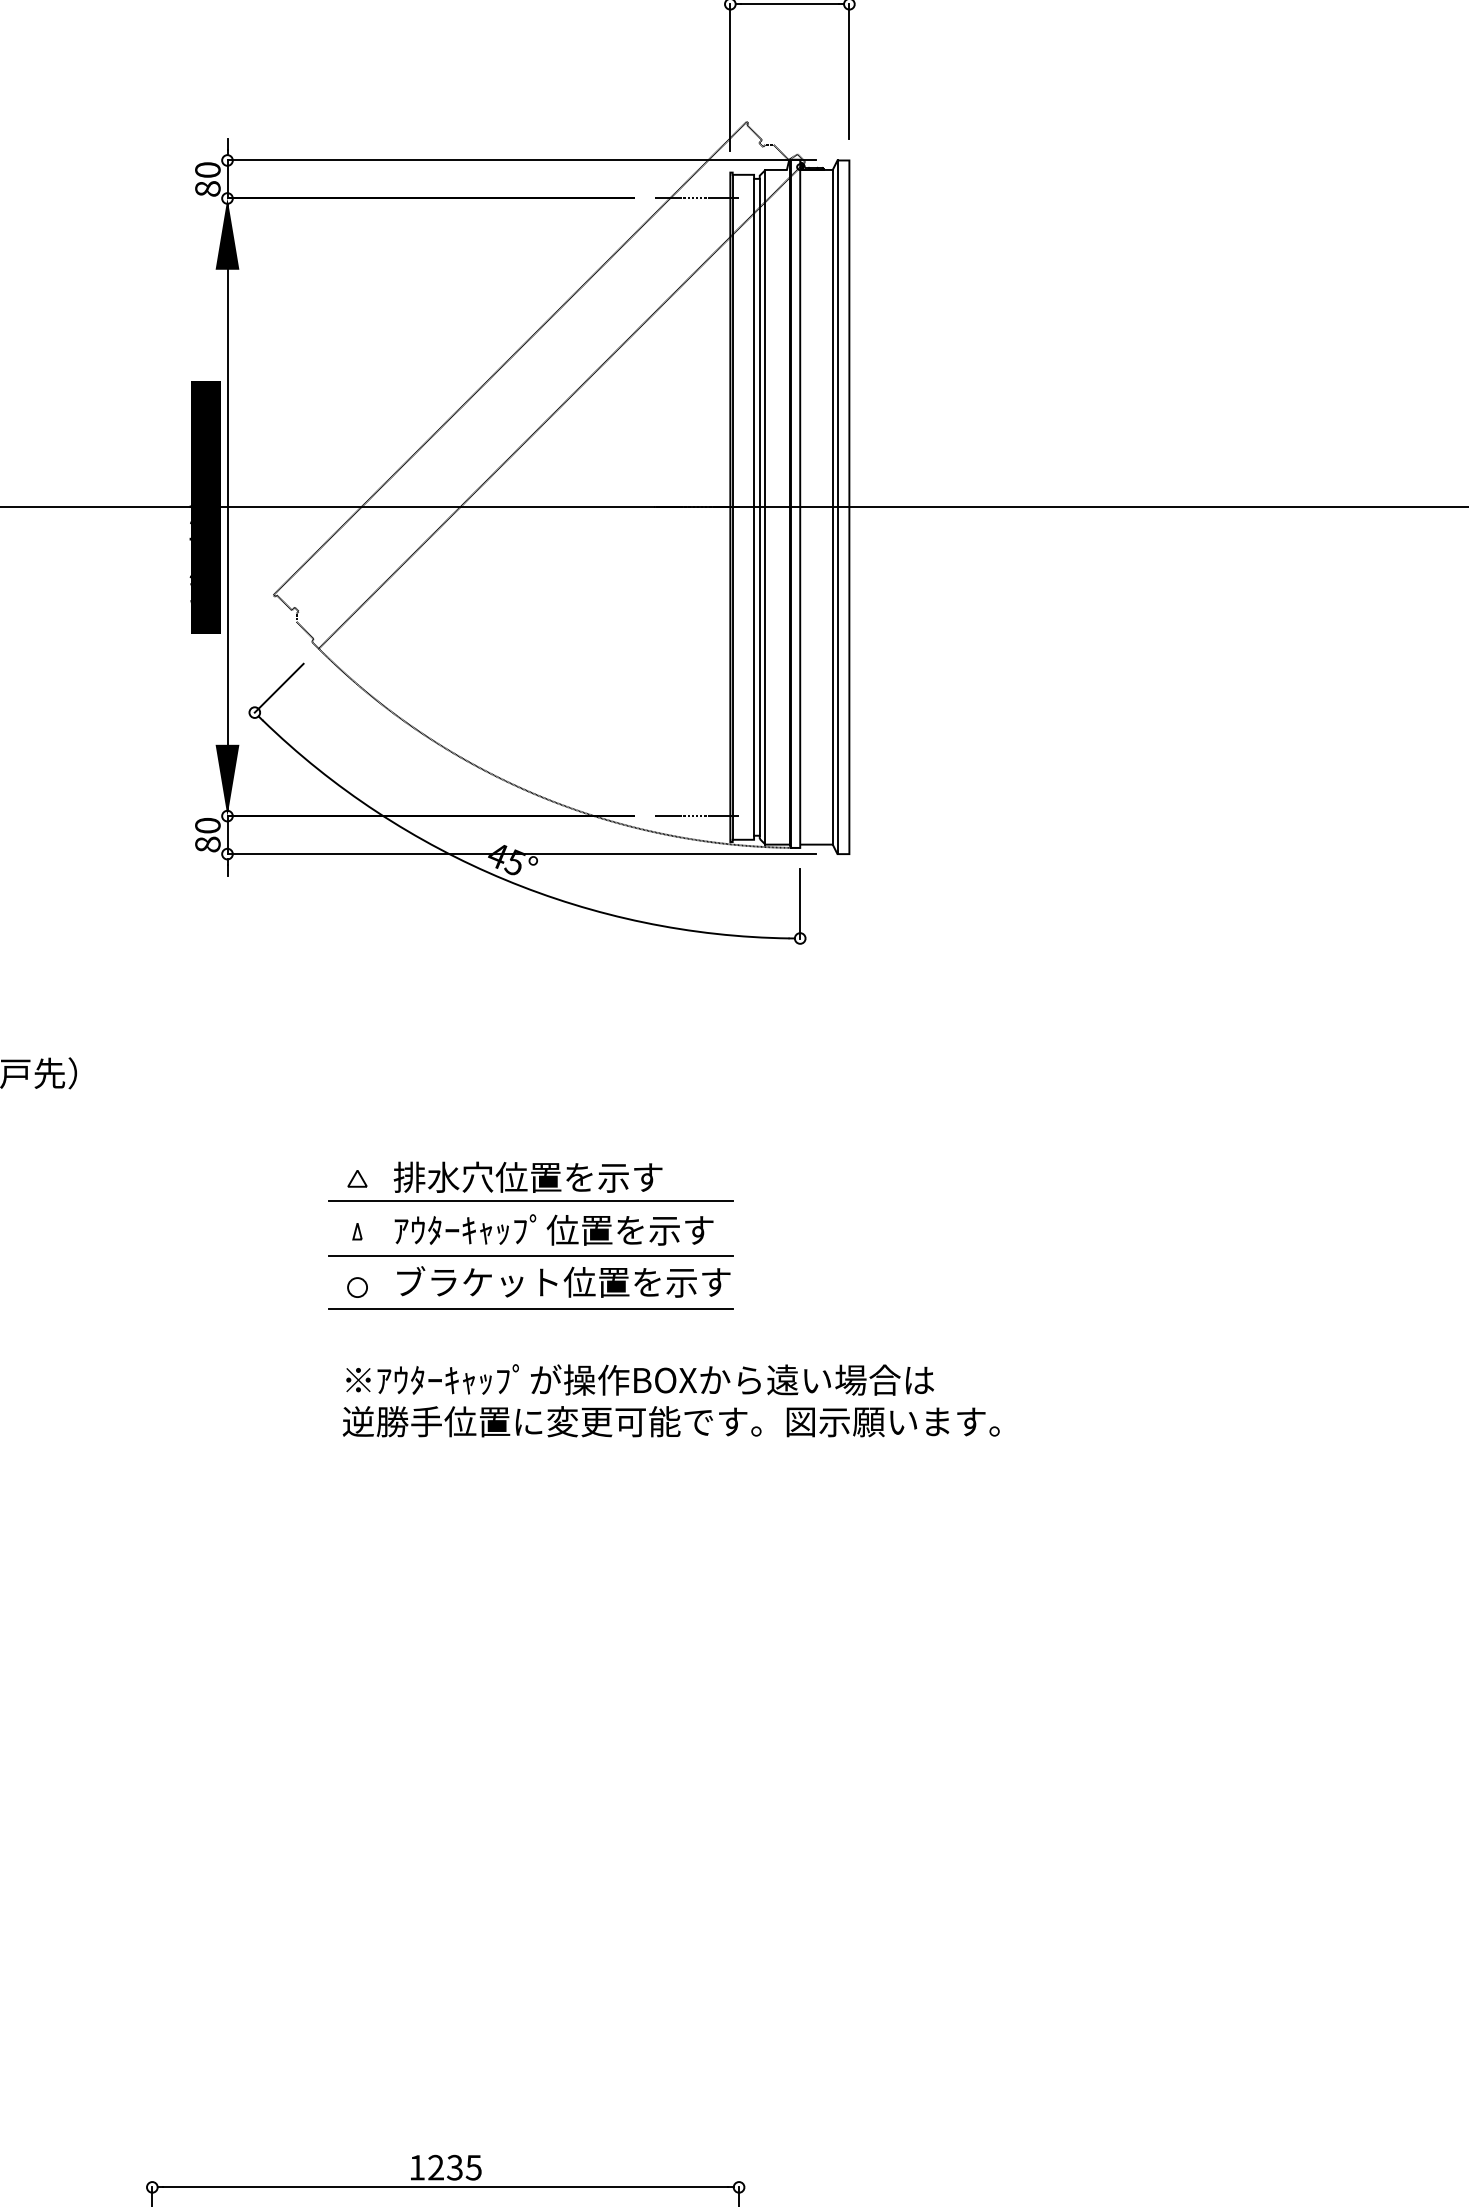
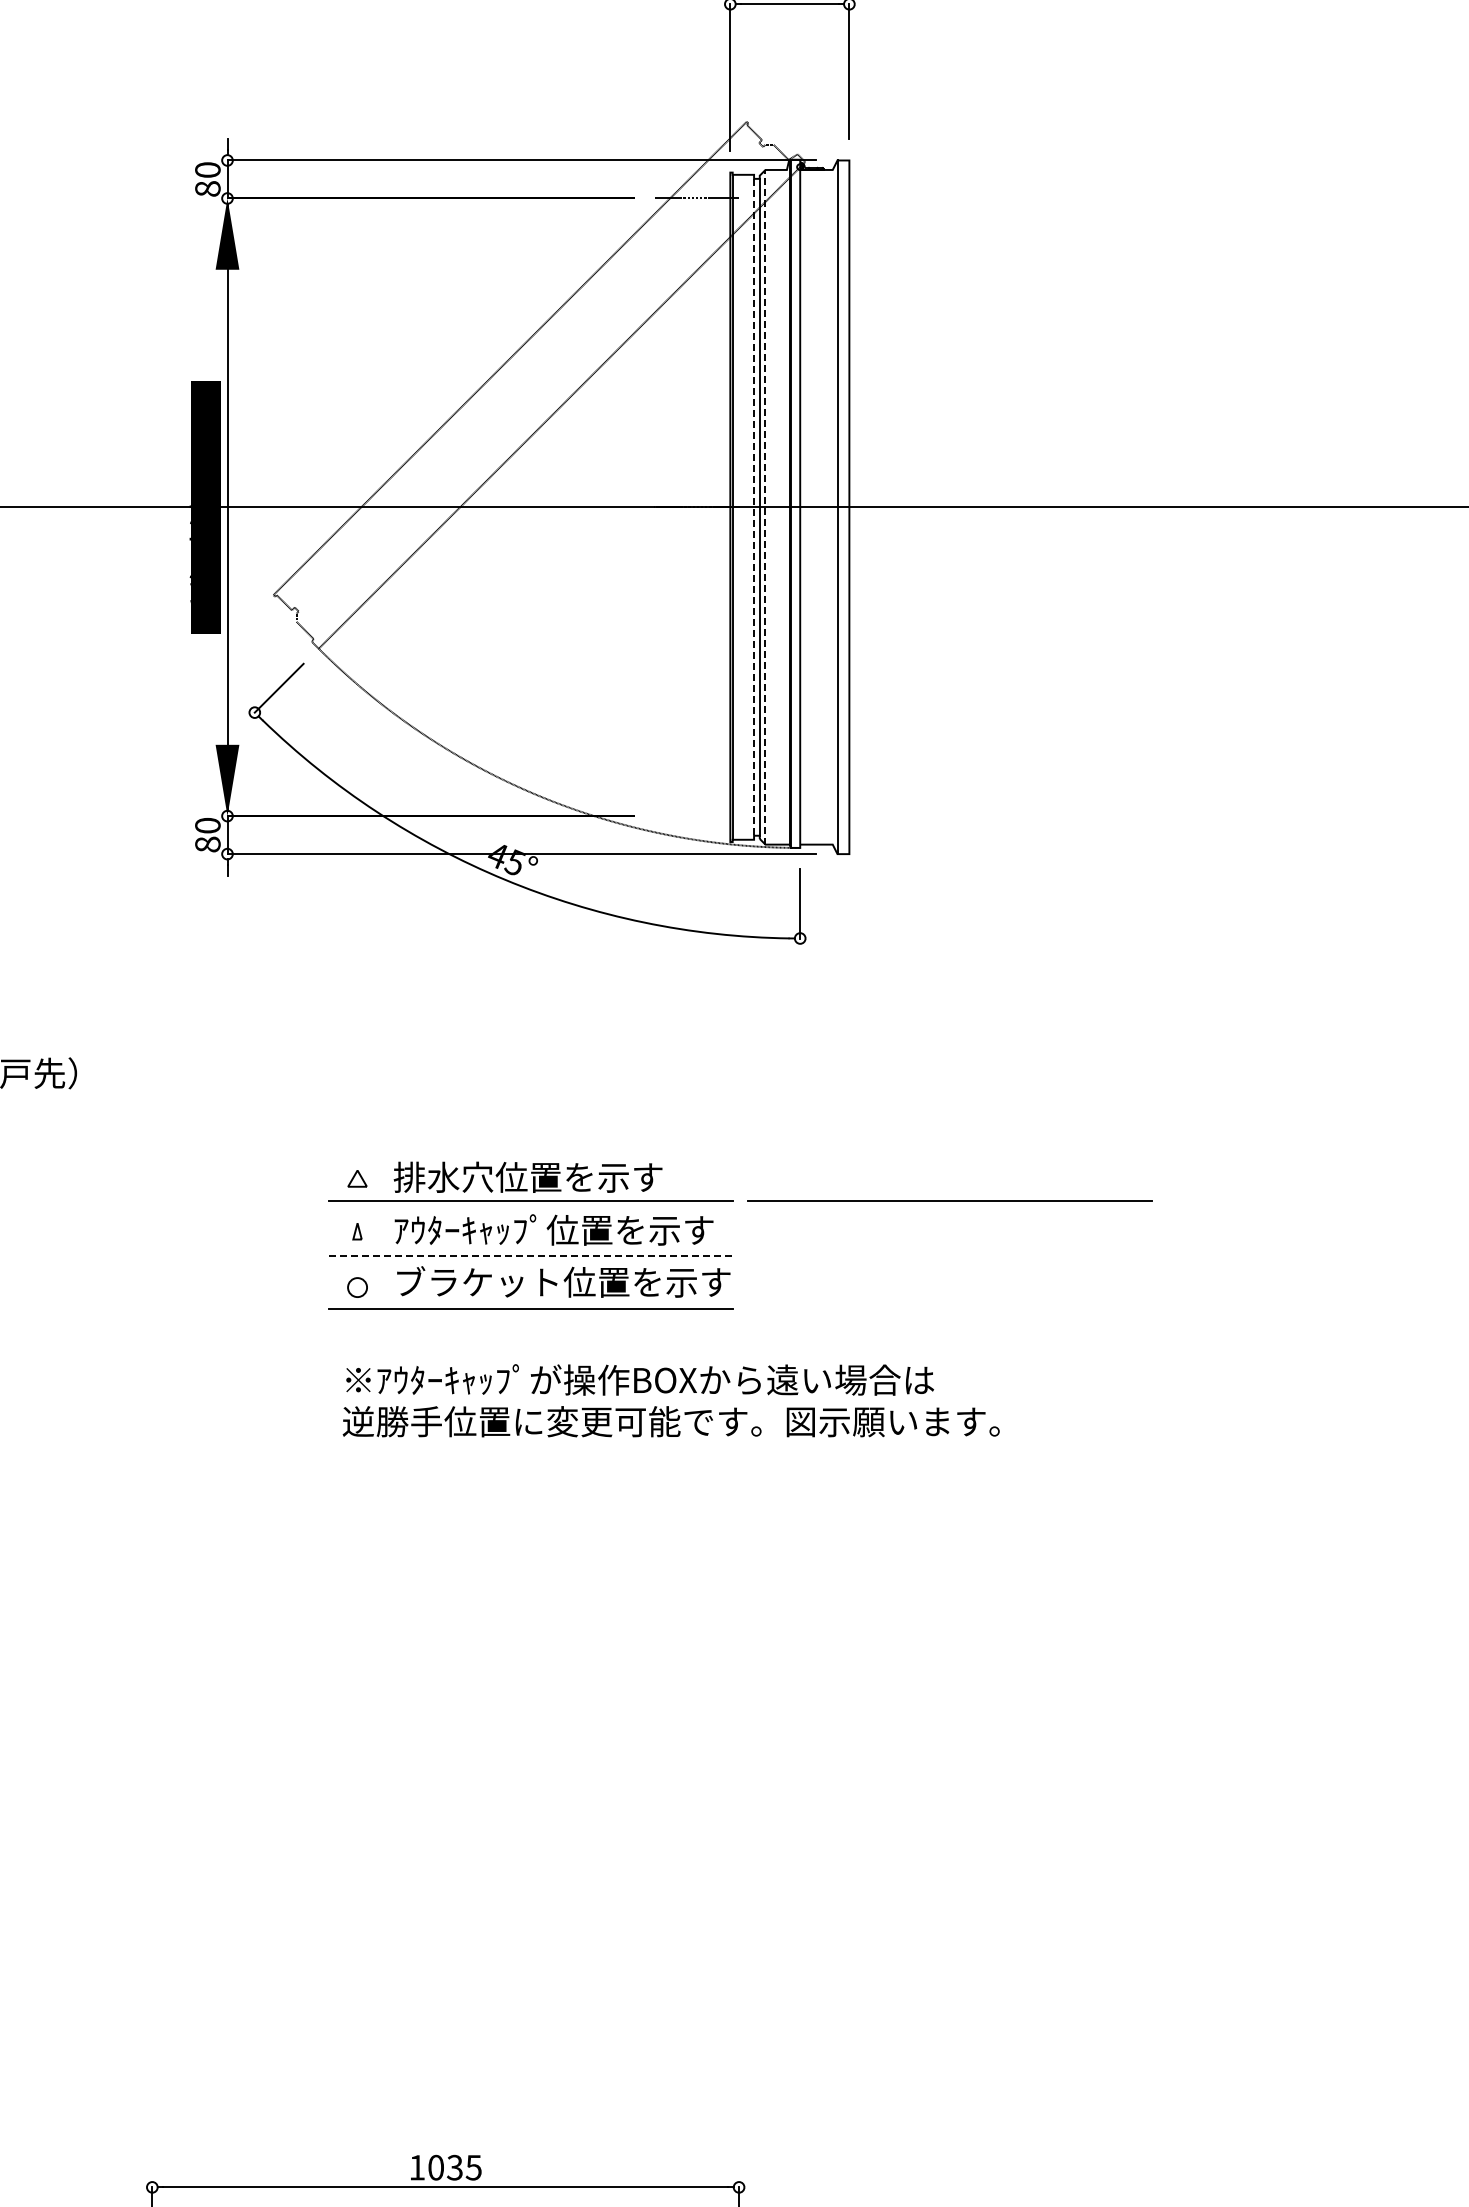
line at (765, 506): solid -> dashed
line at (832, 506): present -> none
line at (754, 507): solid -> dashed
line at (697, 816): present -> none
line at (949, 1200): none -> present
line at (531, 1256): solid -> dashed
text at (435, 2167): 1235 -> 1035
